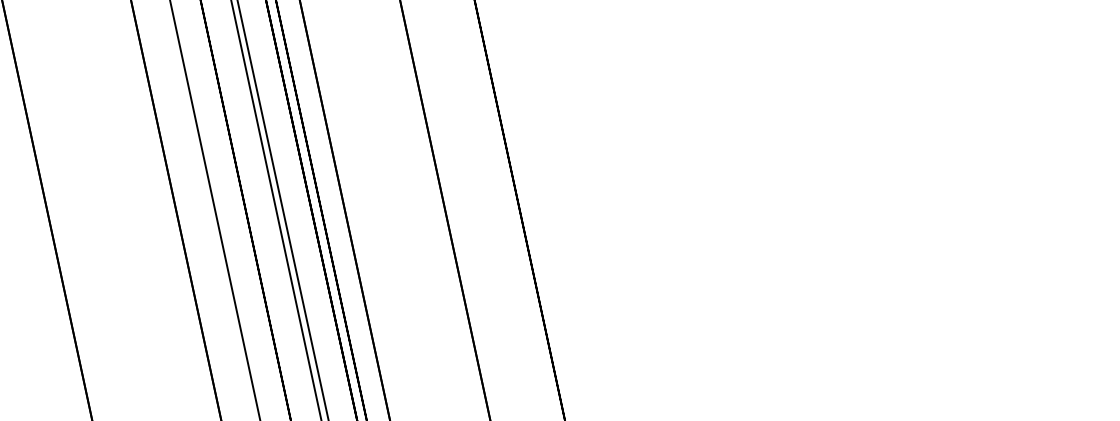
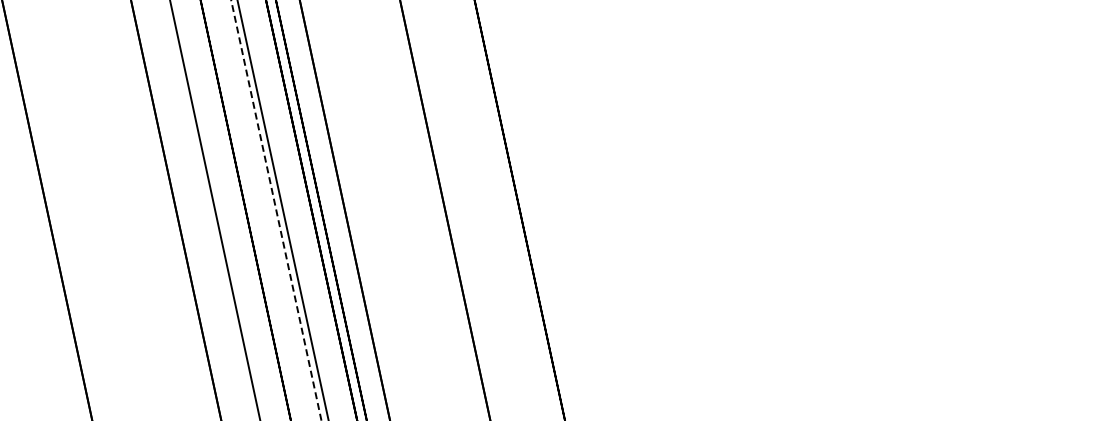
line at (276, 210): solid -> dashed
